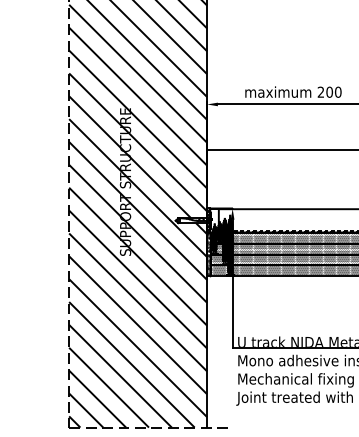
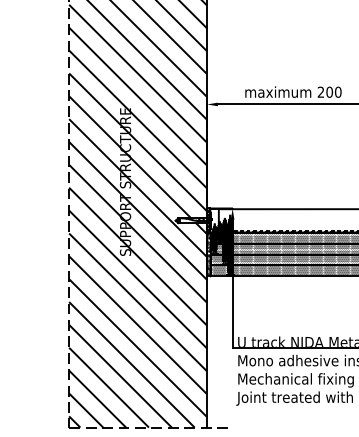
line at (281, 150): present -> none
